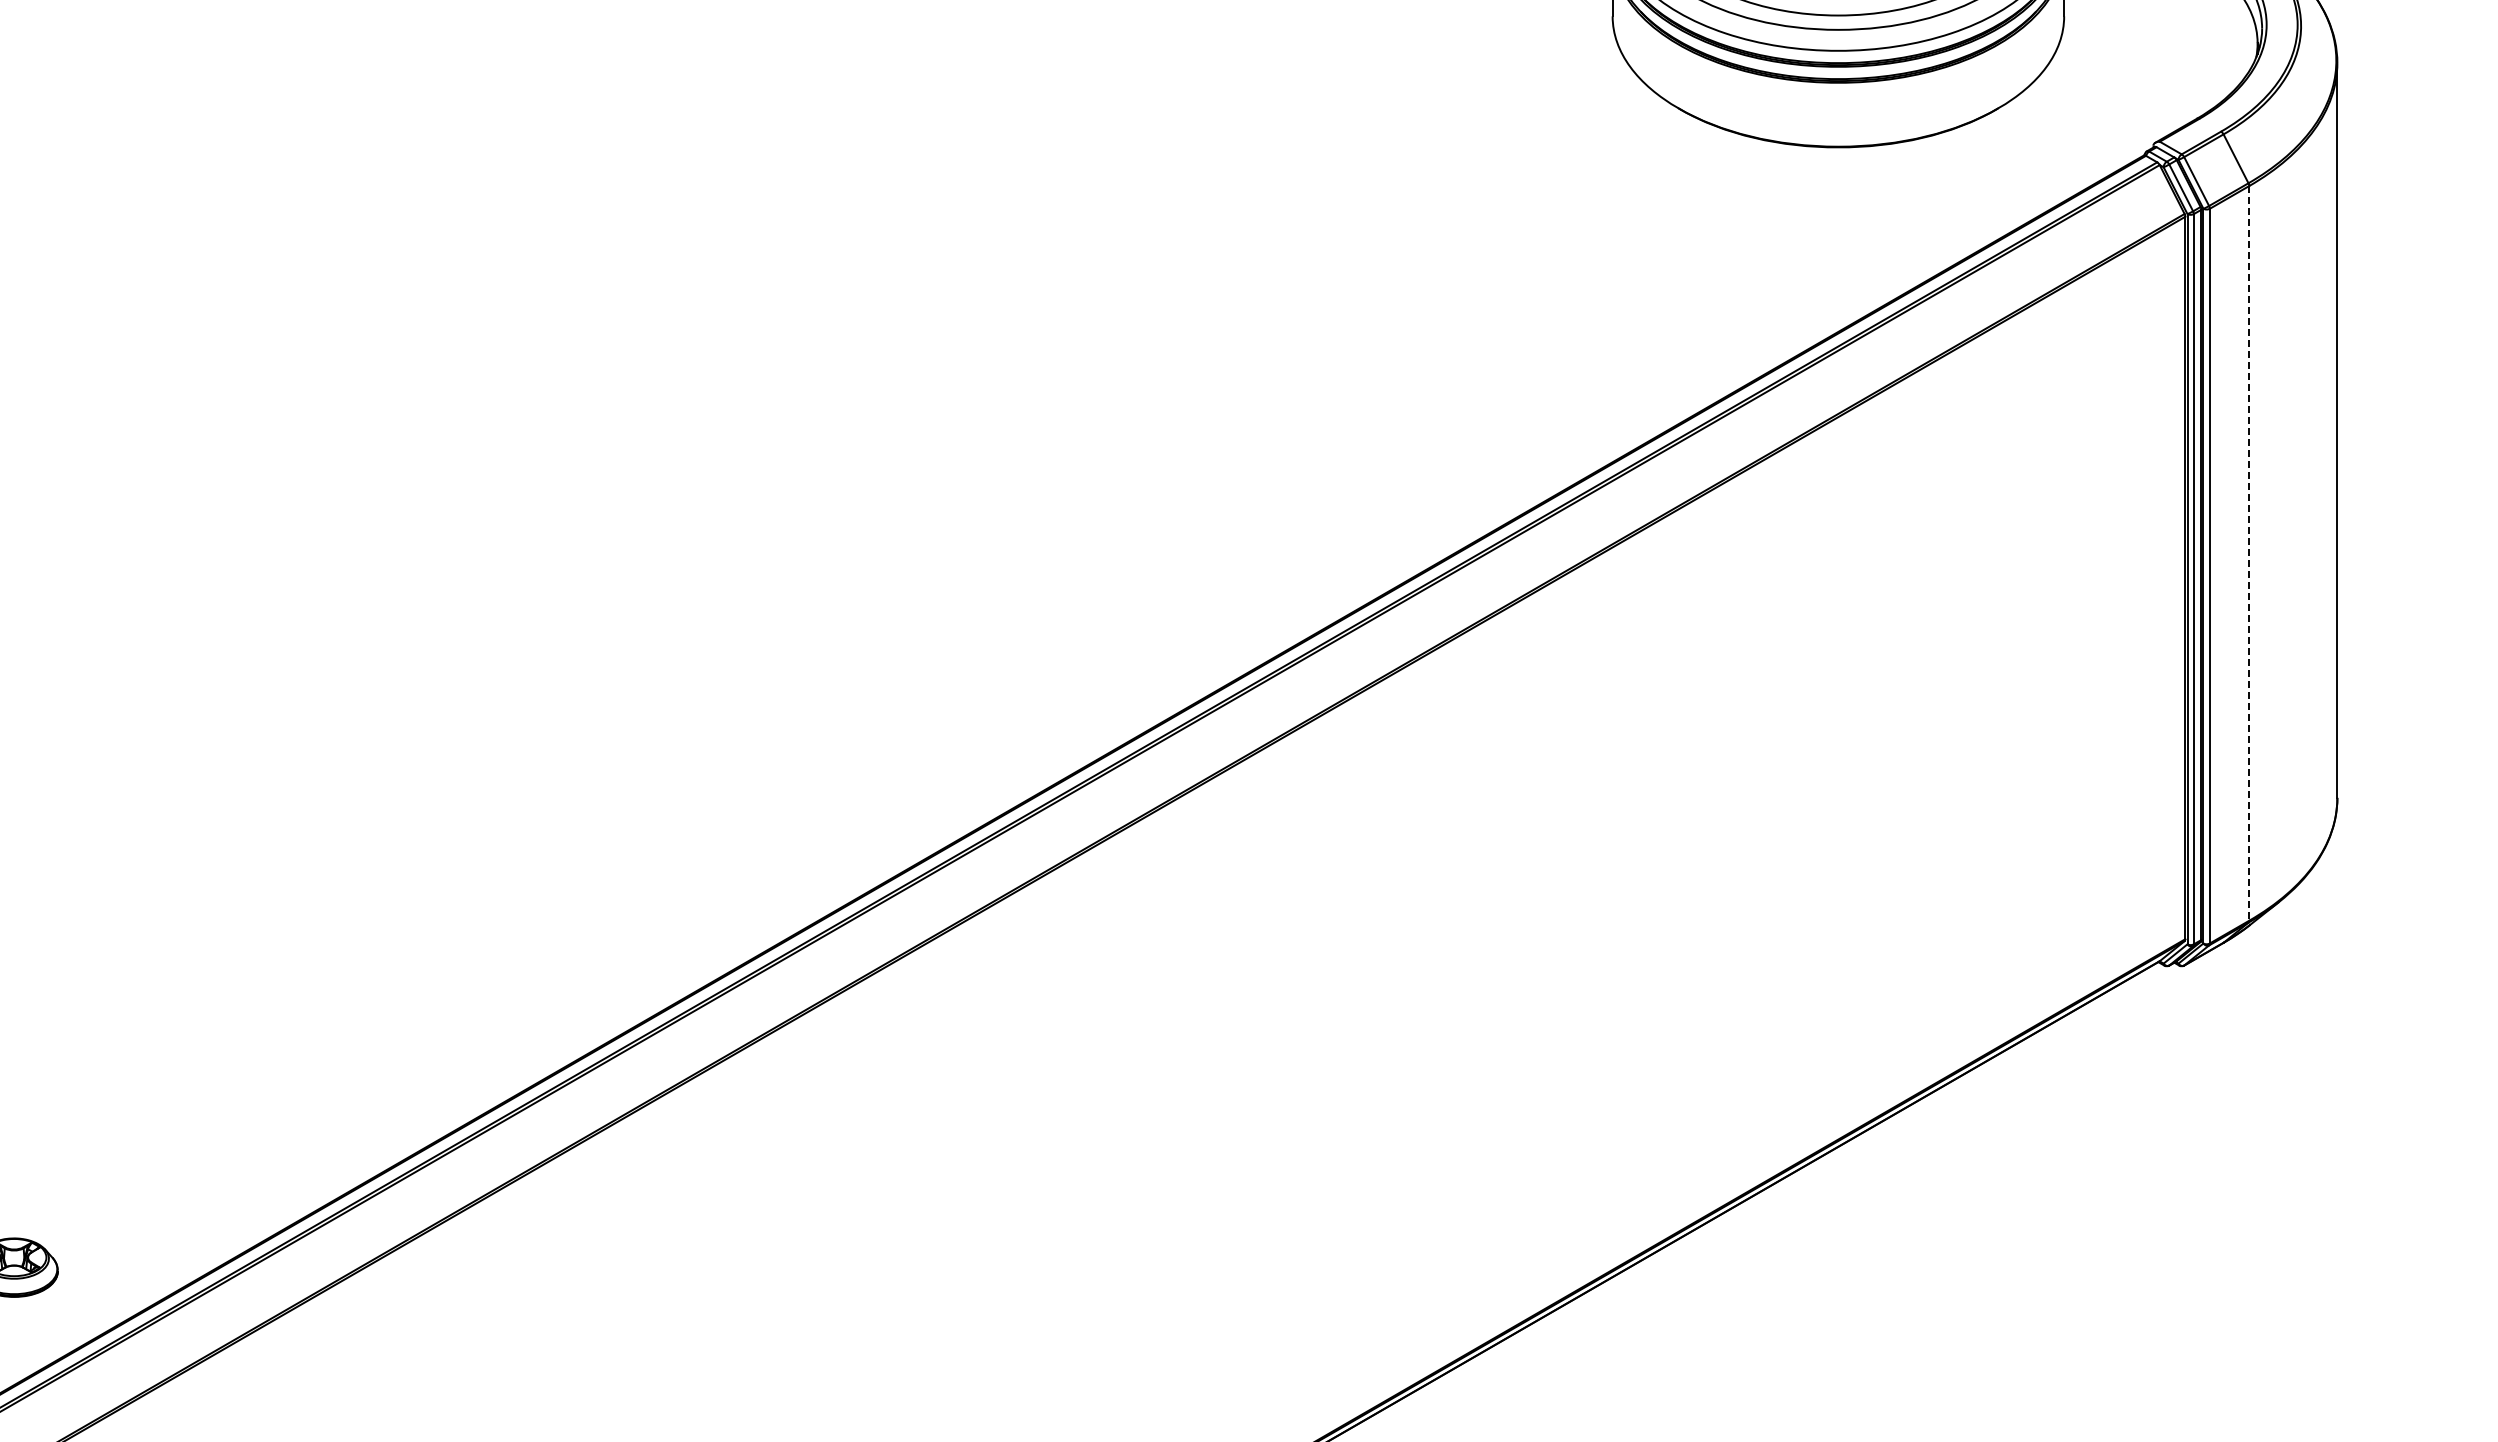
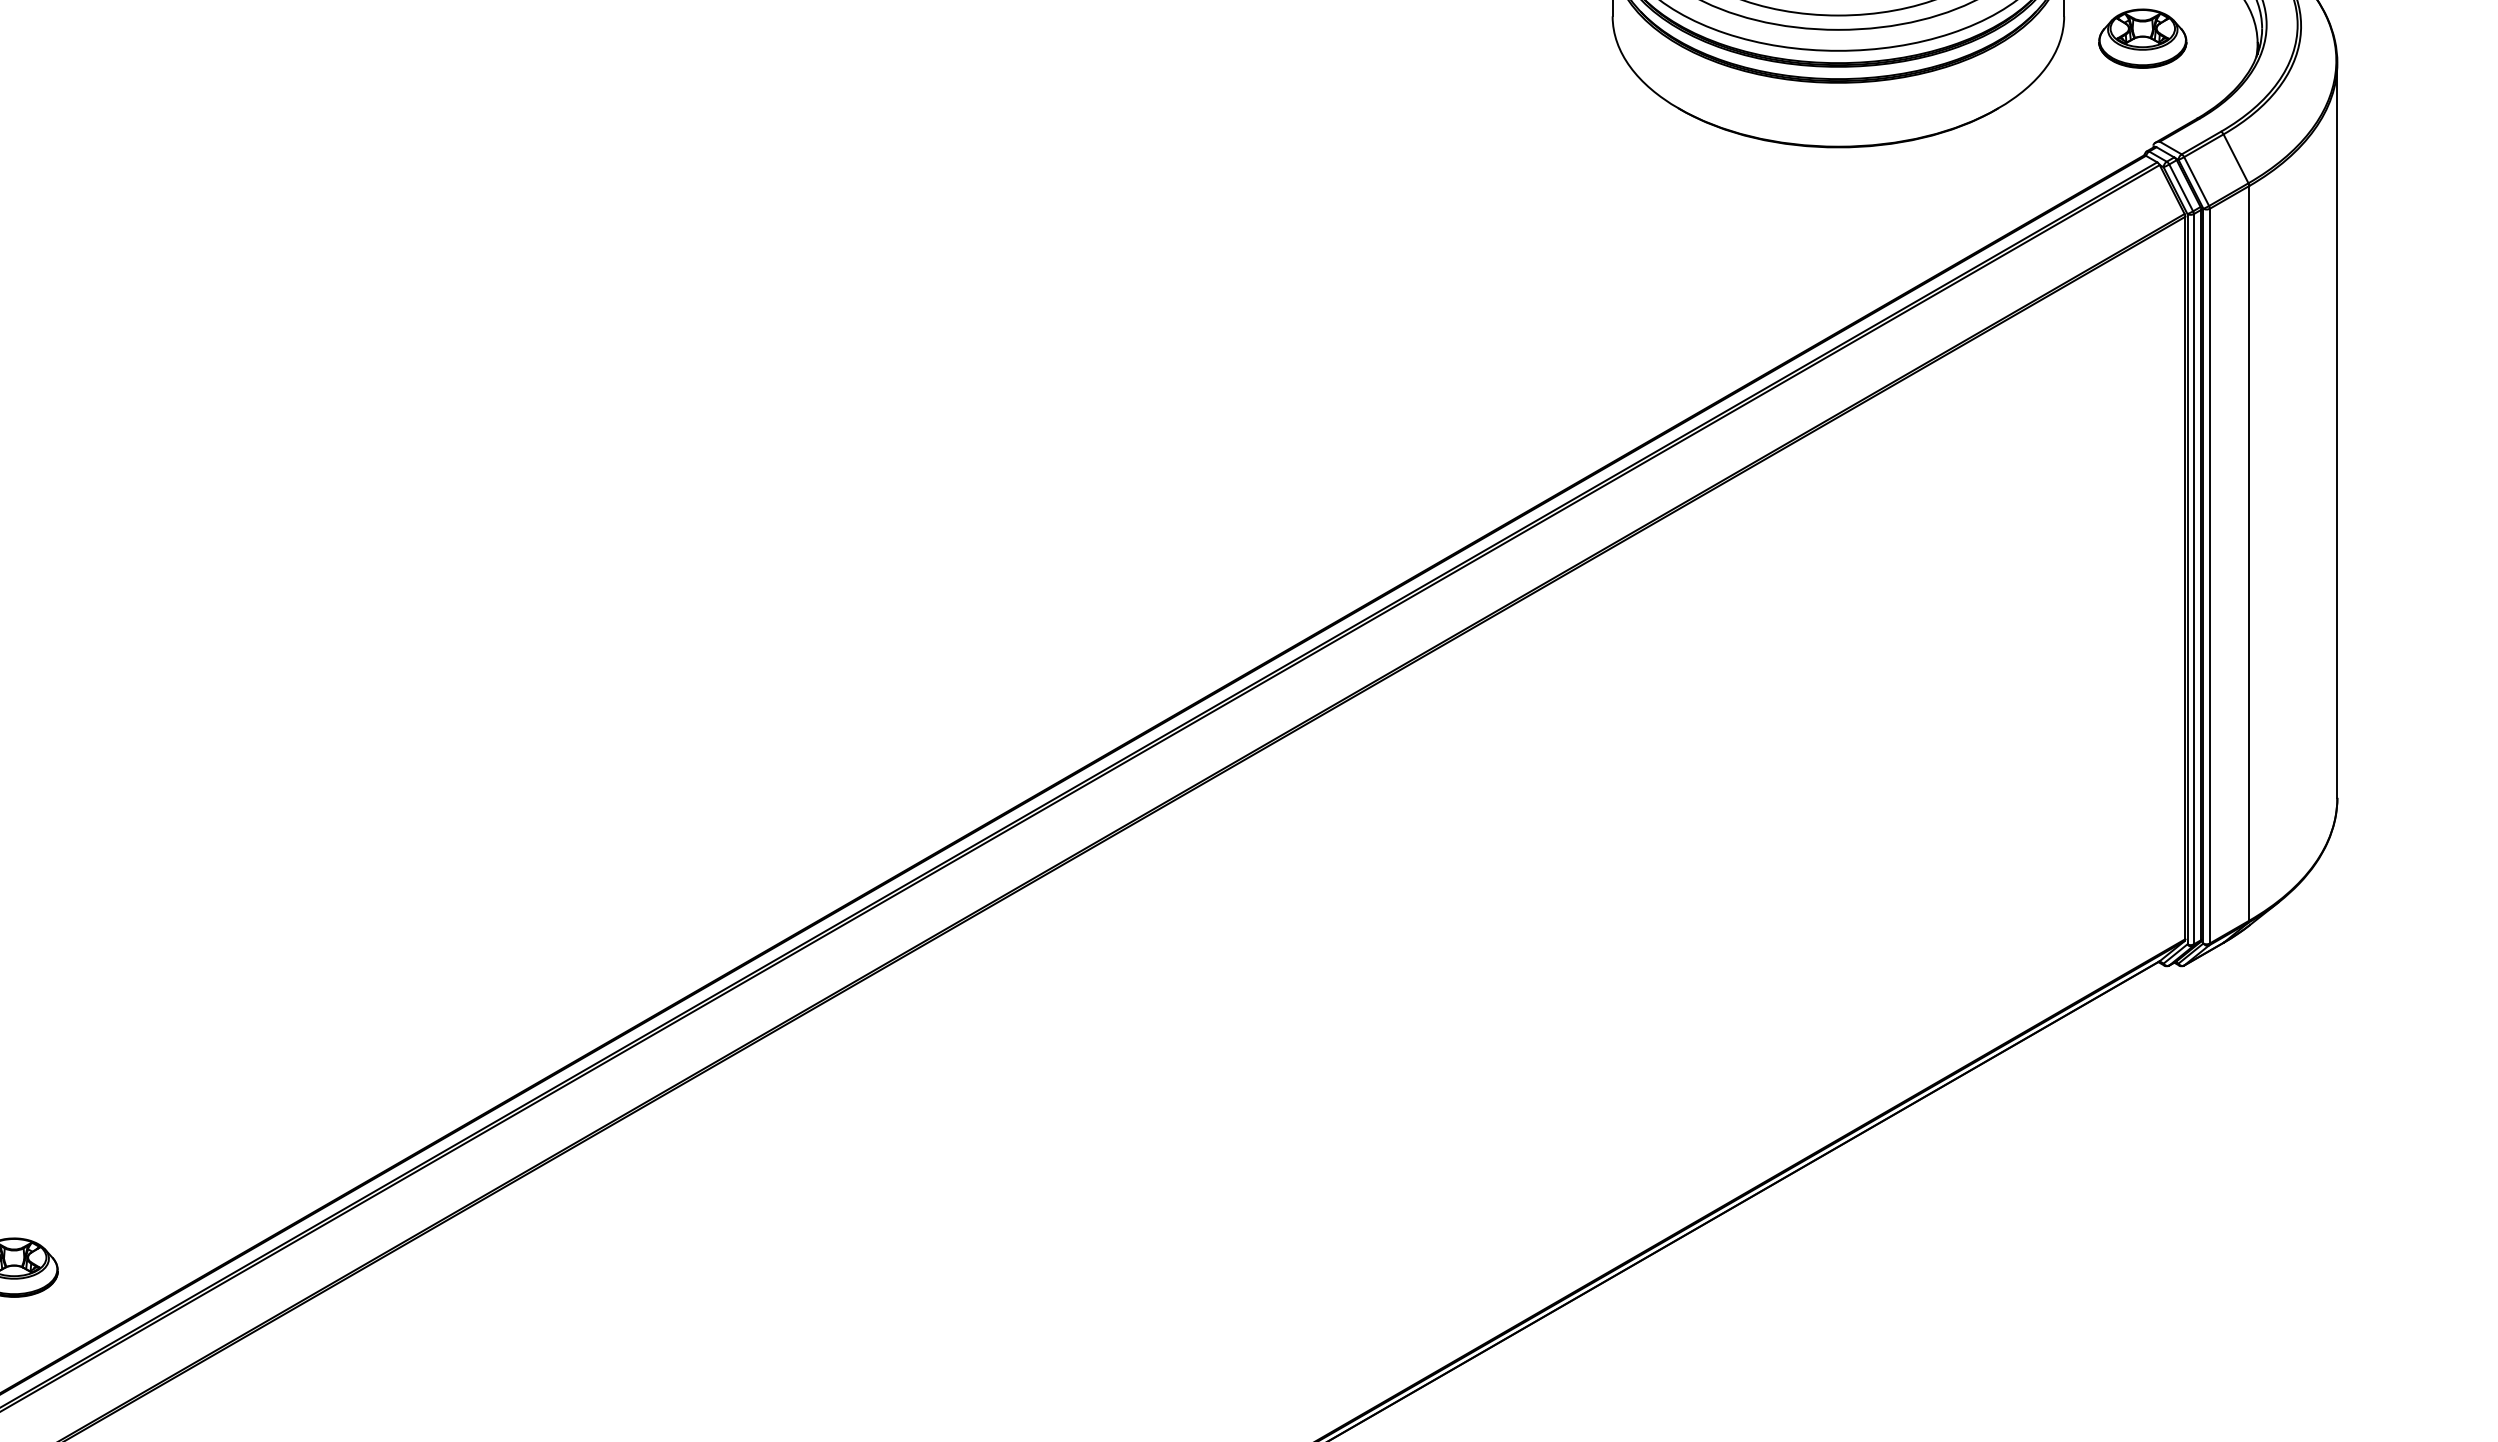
part at (2142, 38): none -> present
line at (2249, 553): dashed -> solid
